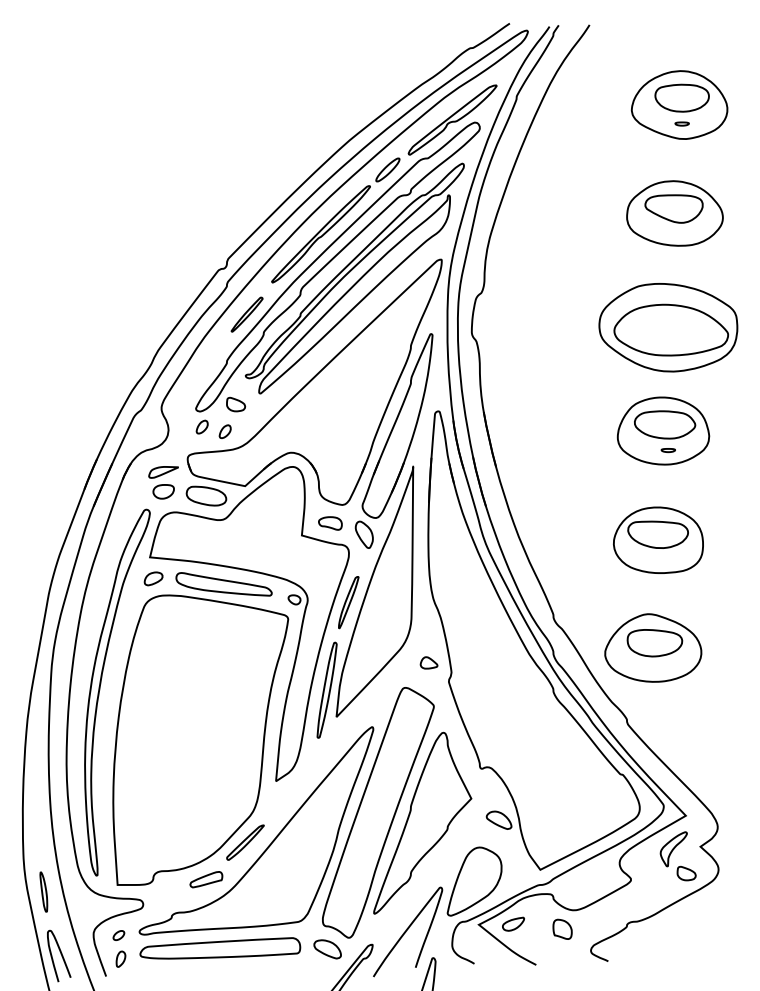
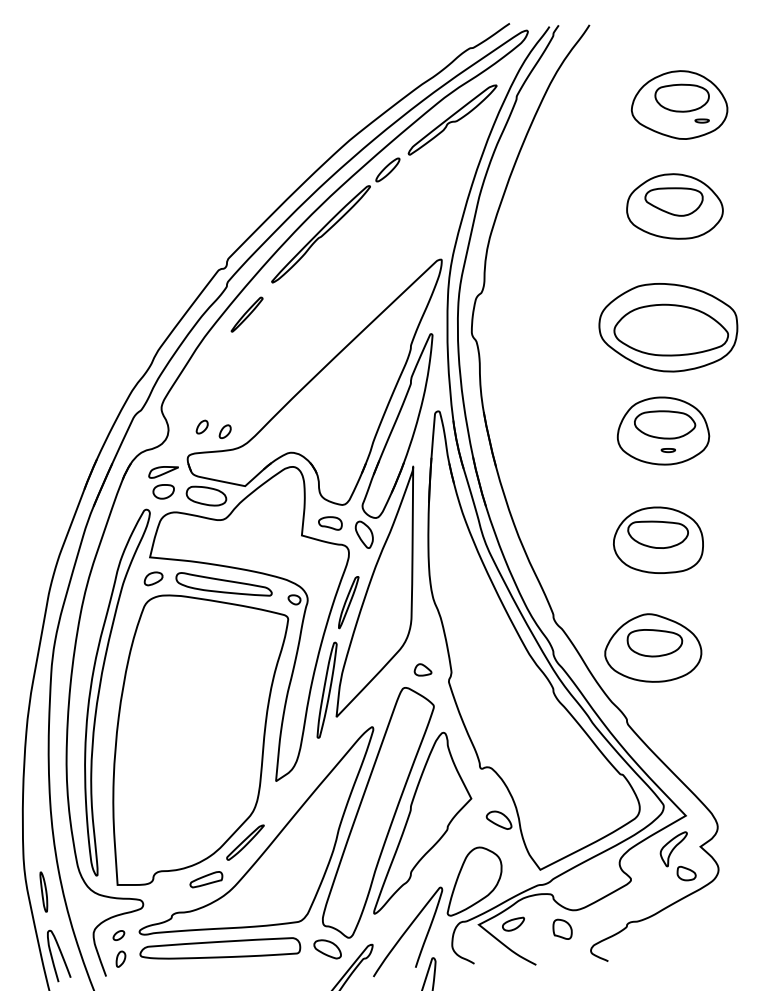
part at (681, 123) position: (681, 123) -> (701, 120)
part at (674, 213) position: (674, 213) -> (674, 206)
part at (337, 266): present -> none
part at (428, 662) position: (428, 662) -> (422, 669)
